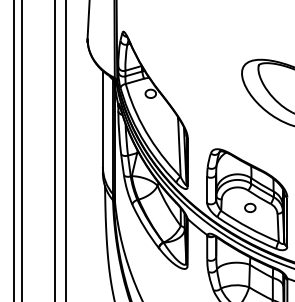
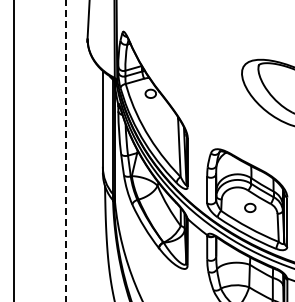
line at (22, 150): present -> none
line at (55, 150): present -> none
line at (65, 151): solid -> dashed
